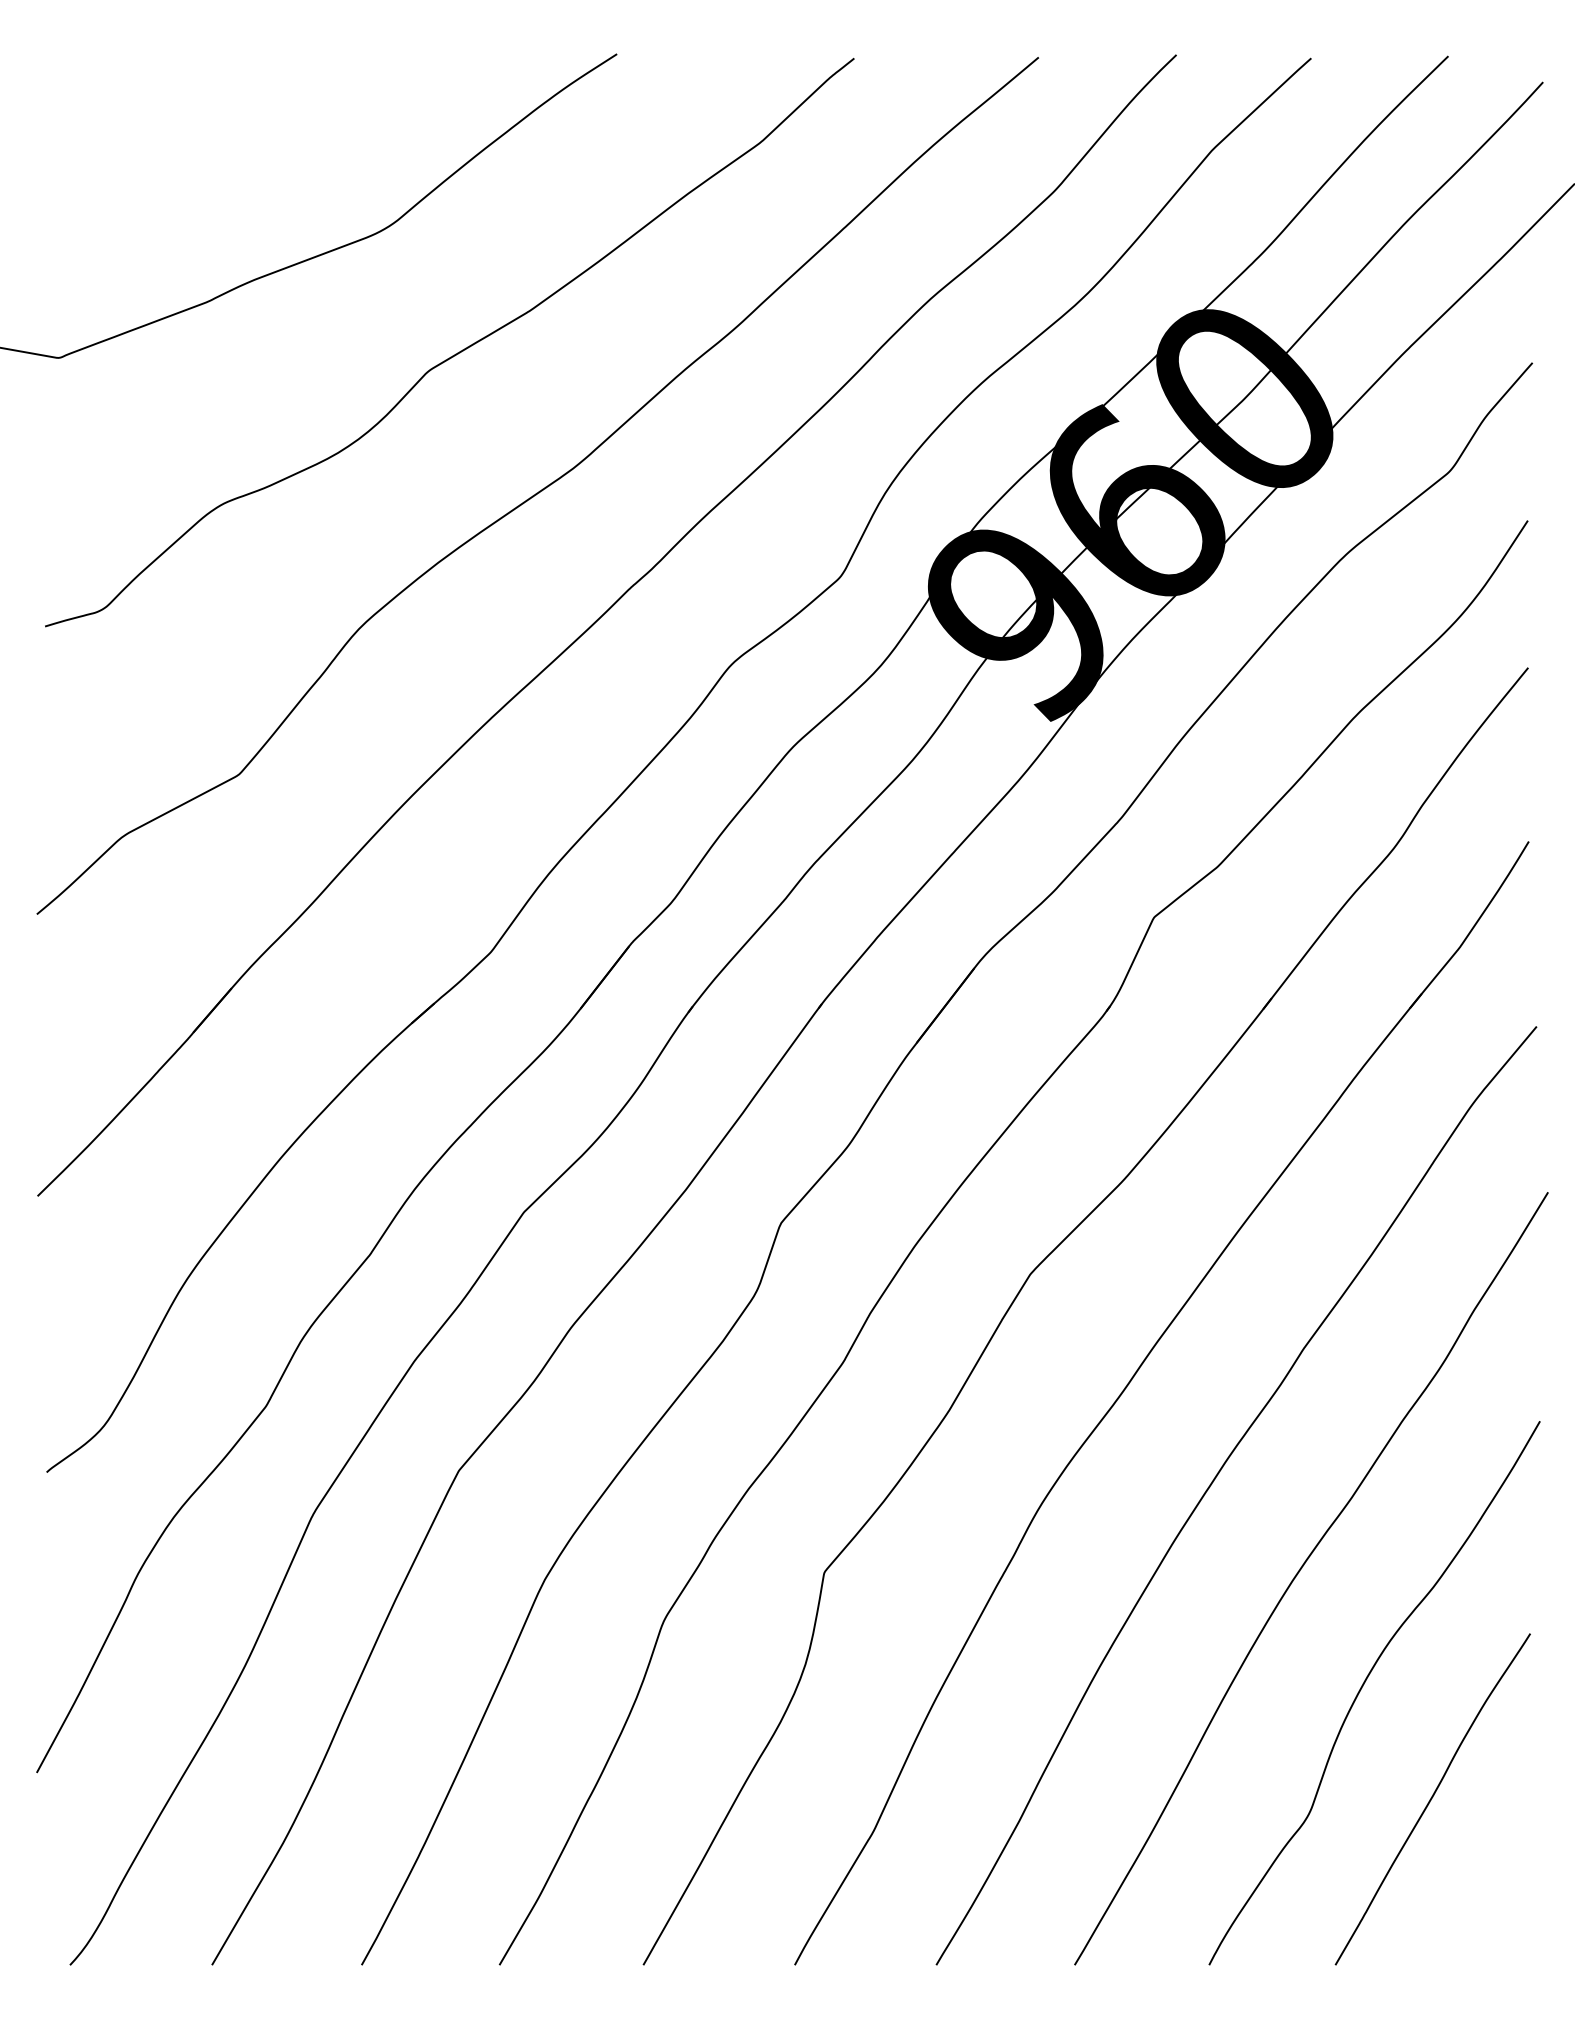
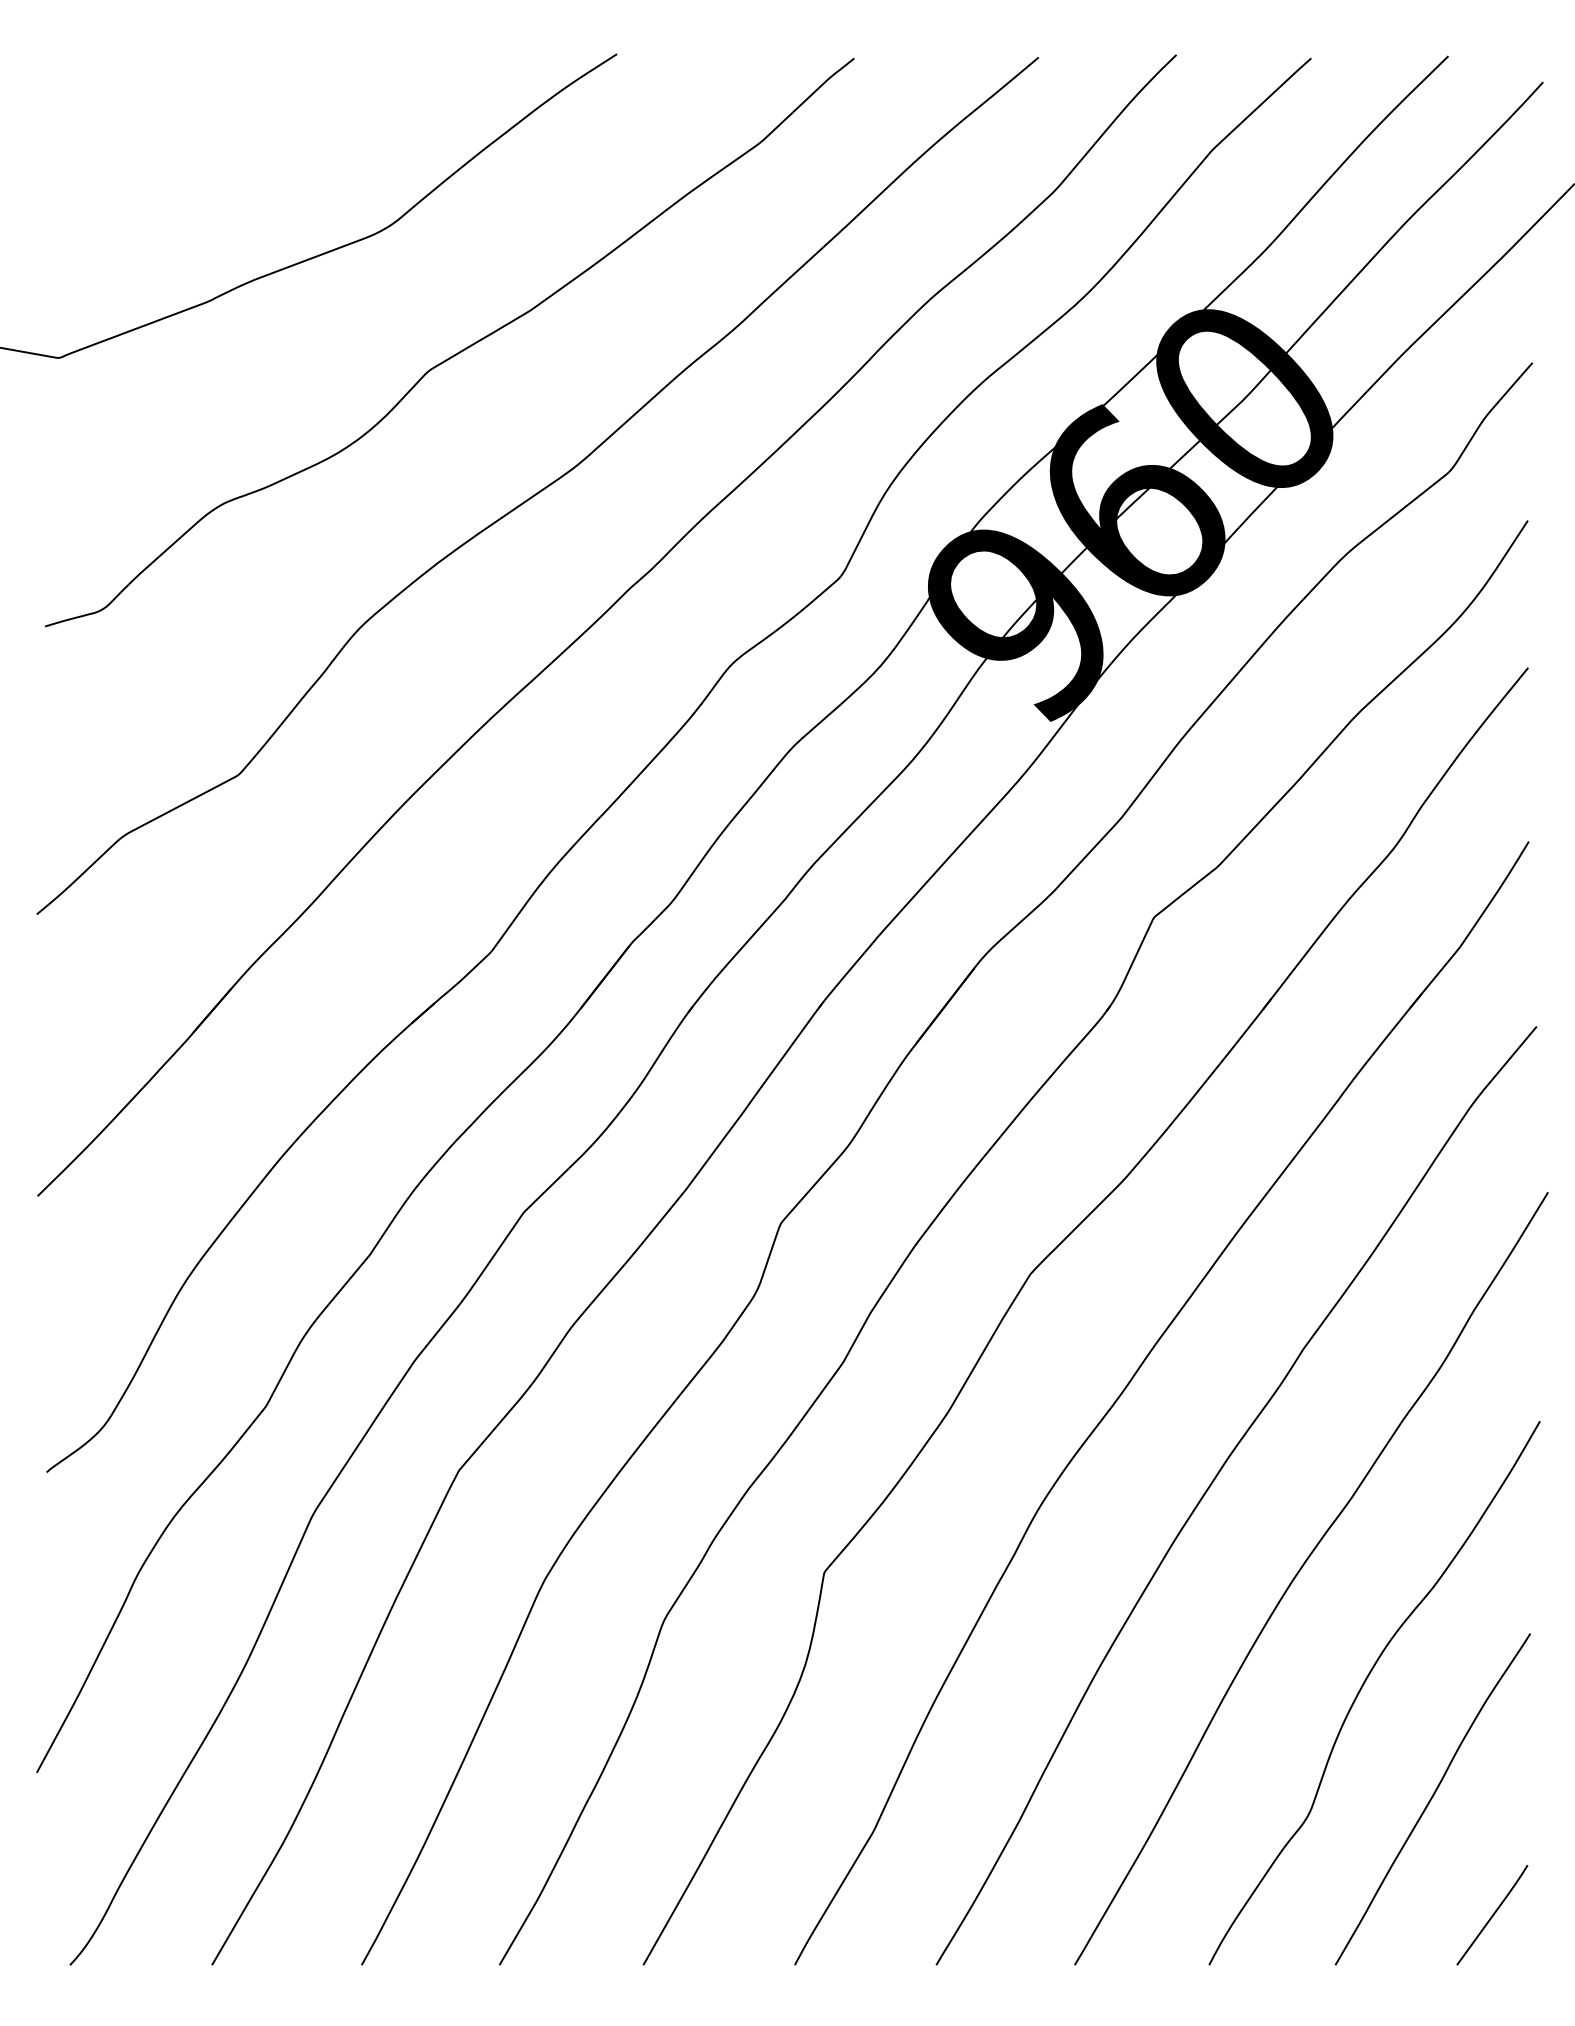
line at (1492, 1915): none -> present
